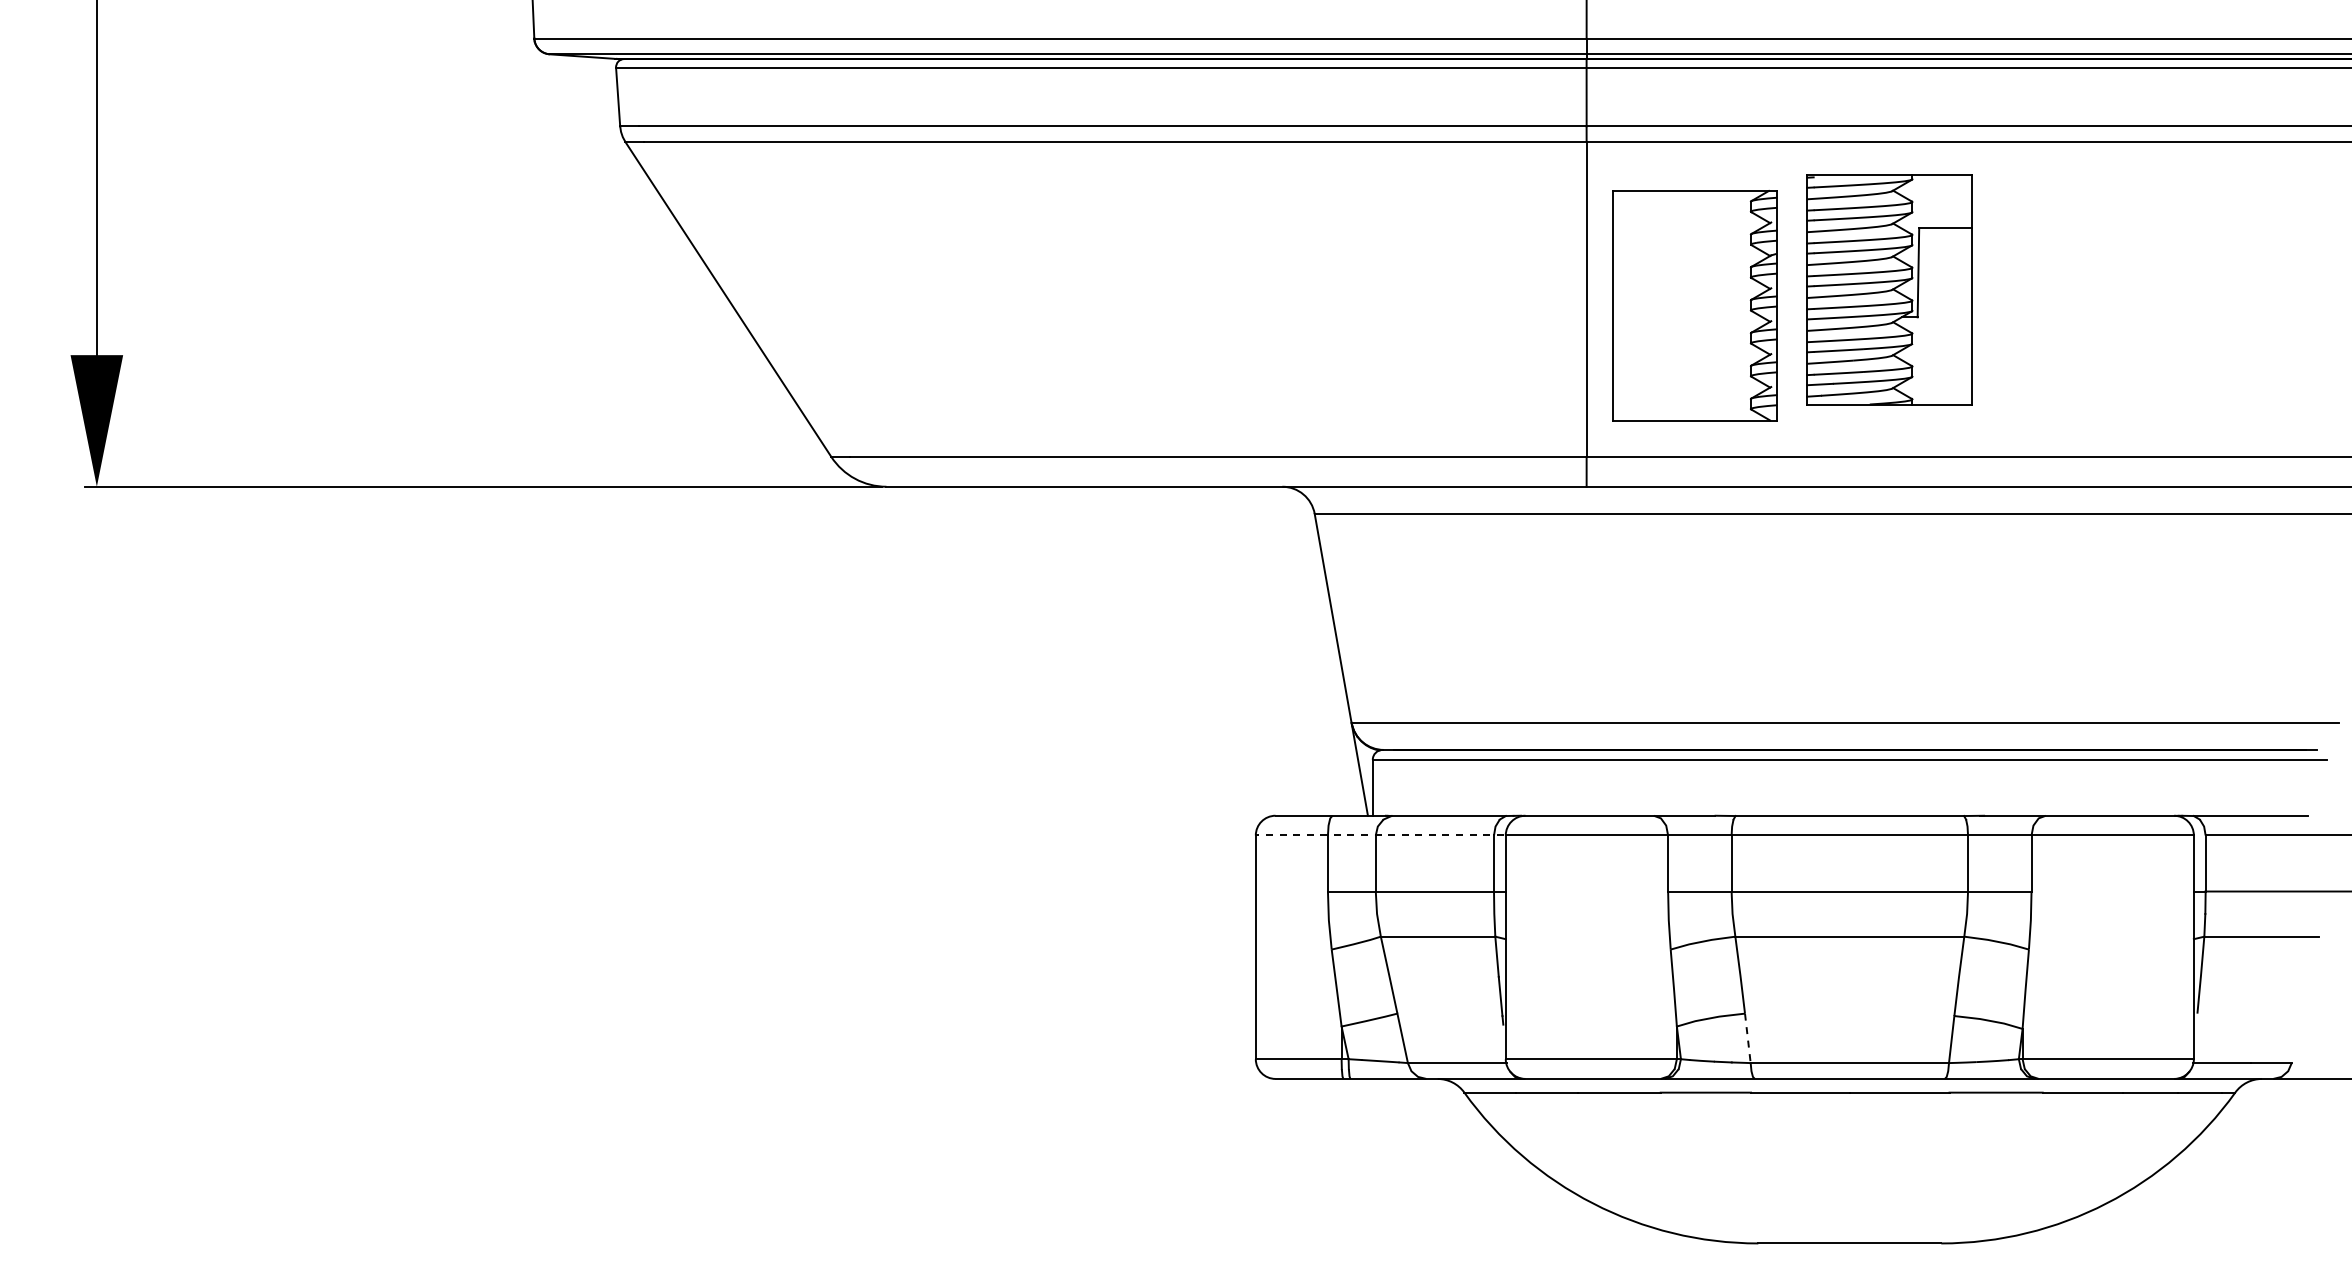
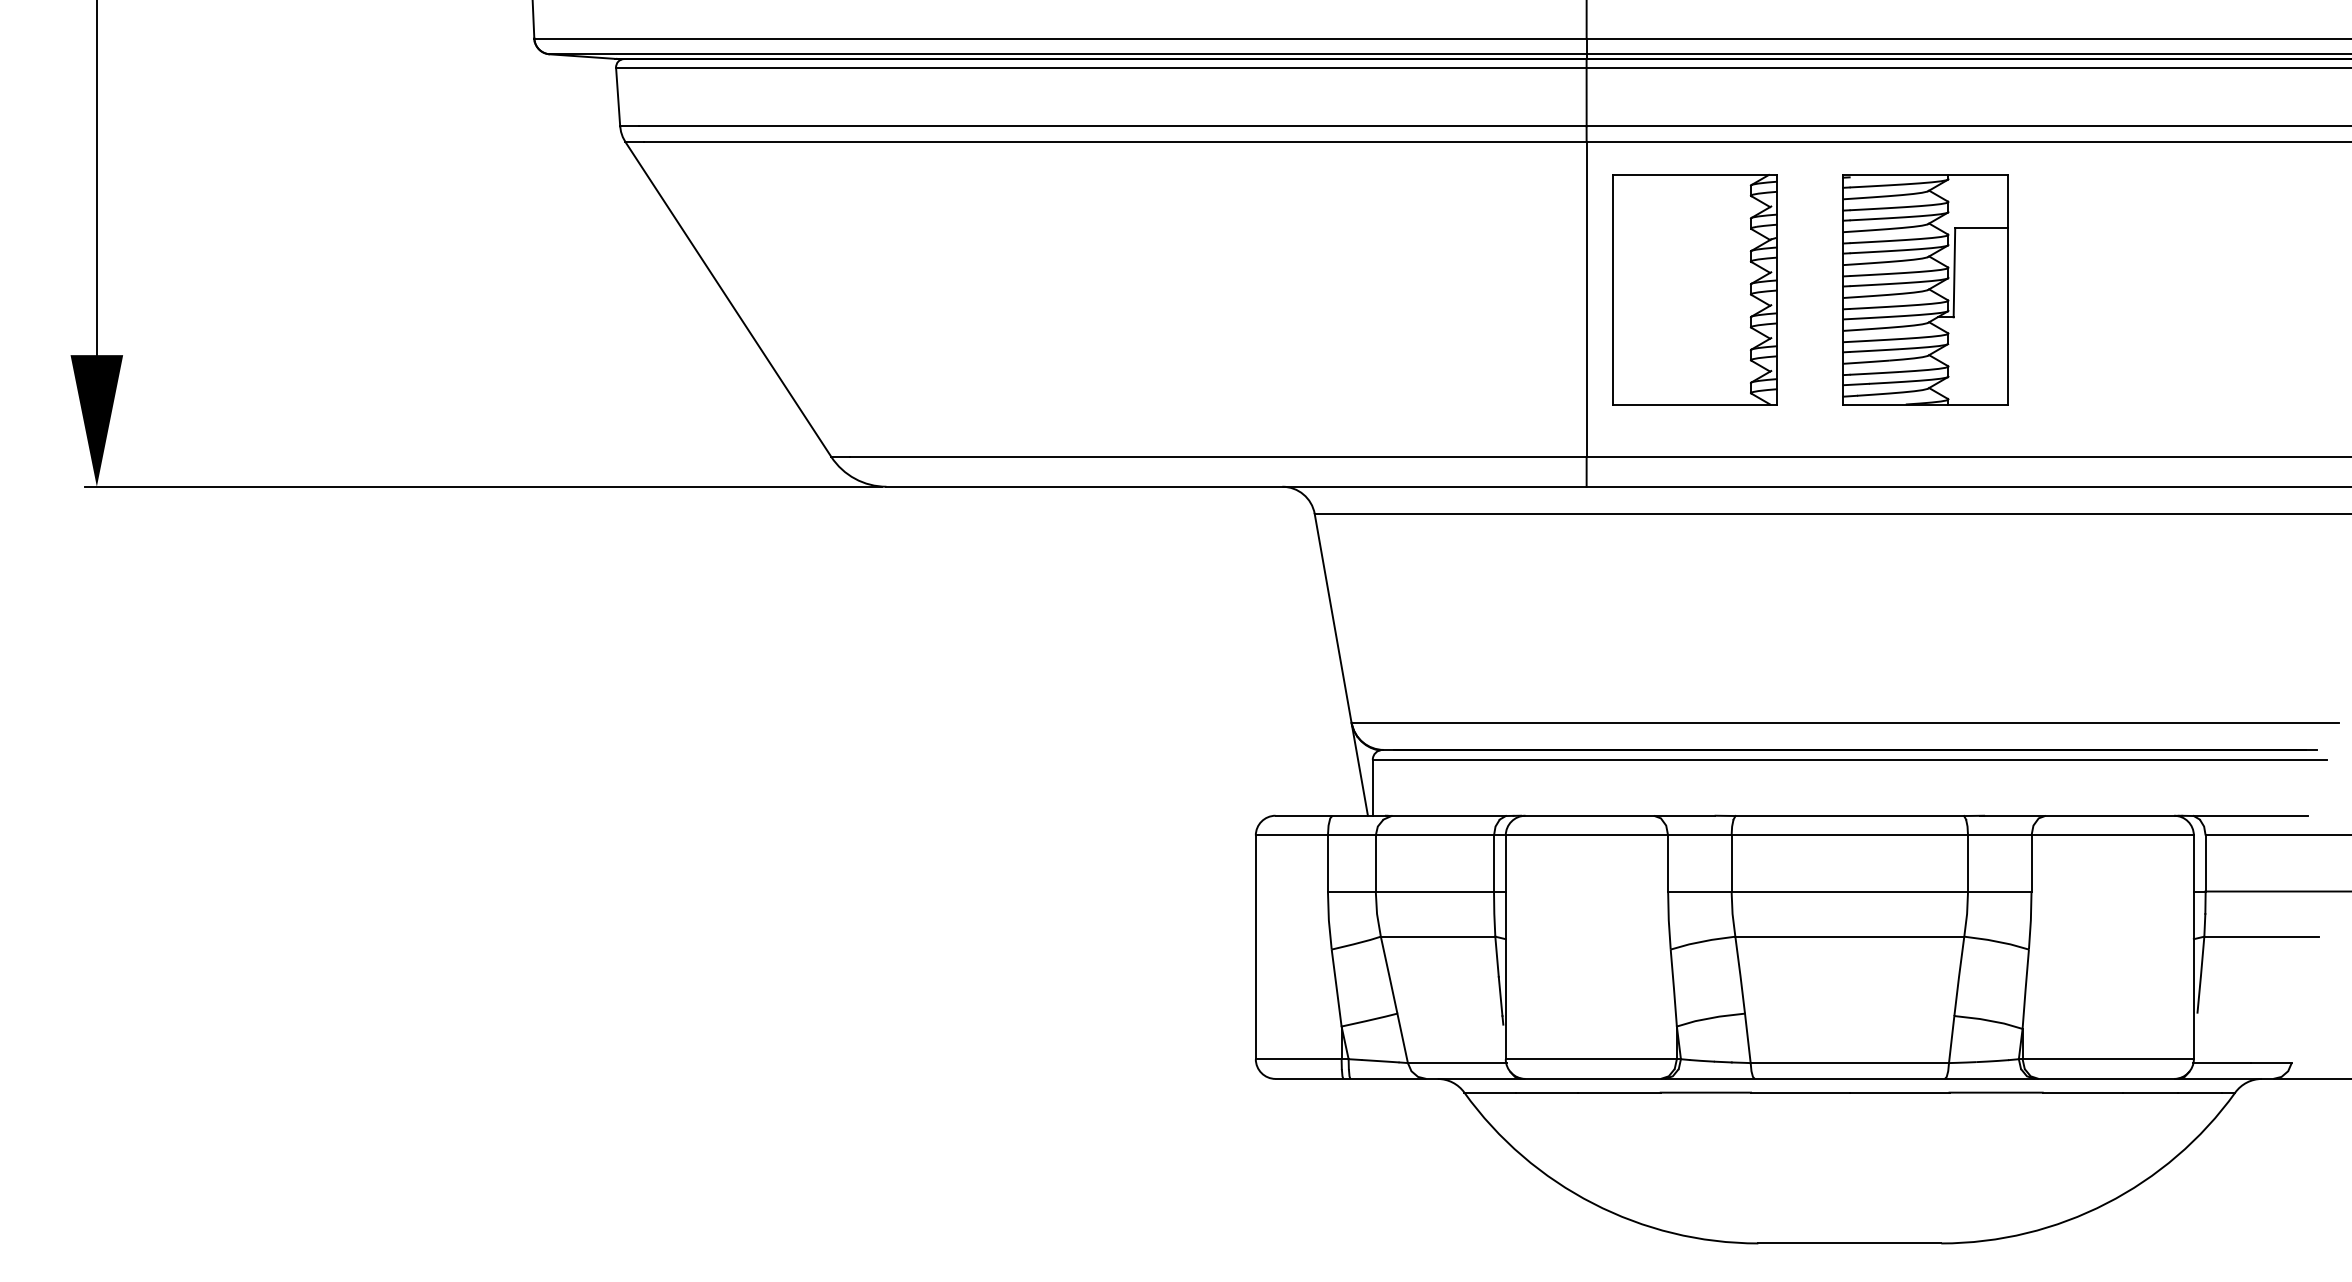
part at (1889, 289) position: (1889, 289) -> (1925, 289)
part at (1694, 305) position: (1694, 305) -> (1694, 289)
line at (1379, 835): dashed -> solid
line at (1747, 1038): dashed -> solid
